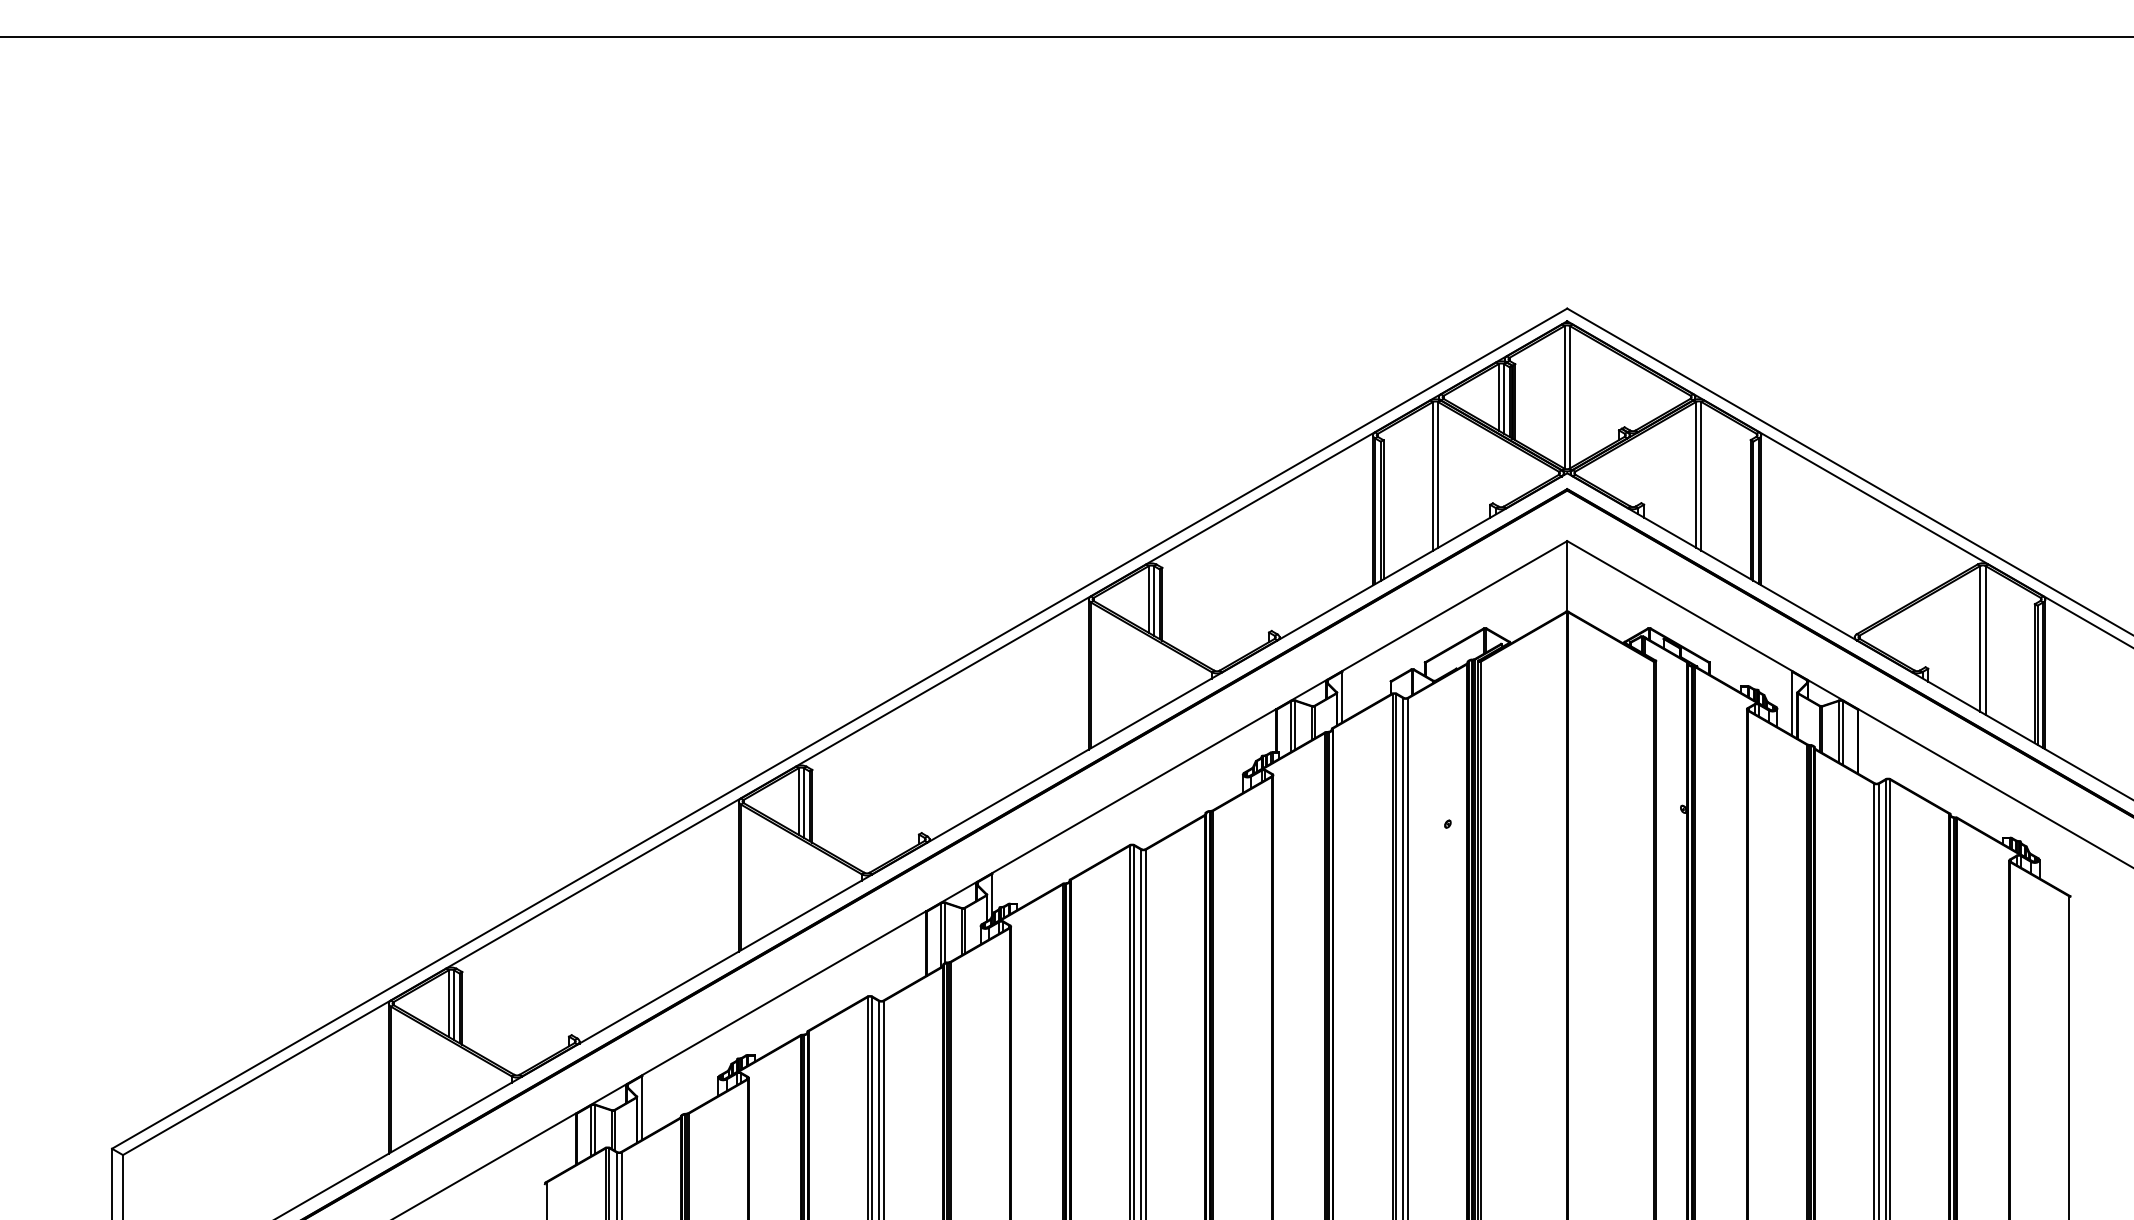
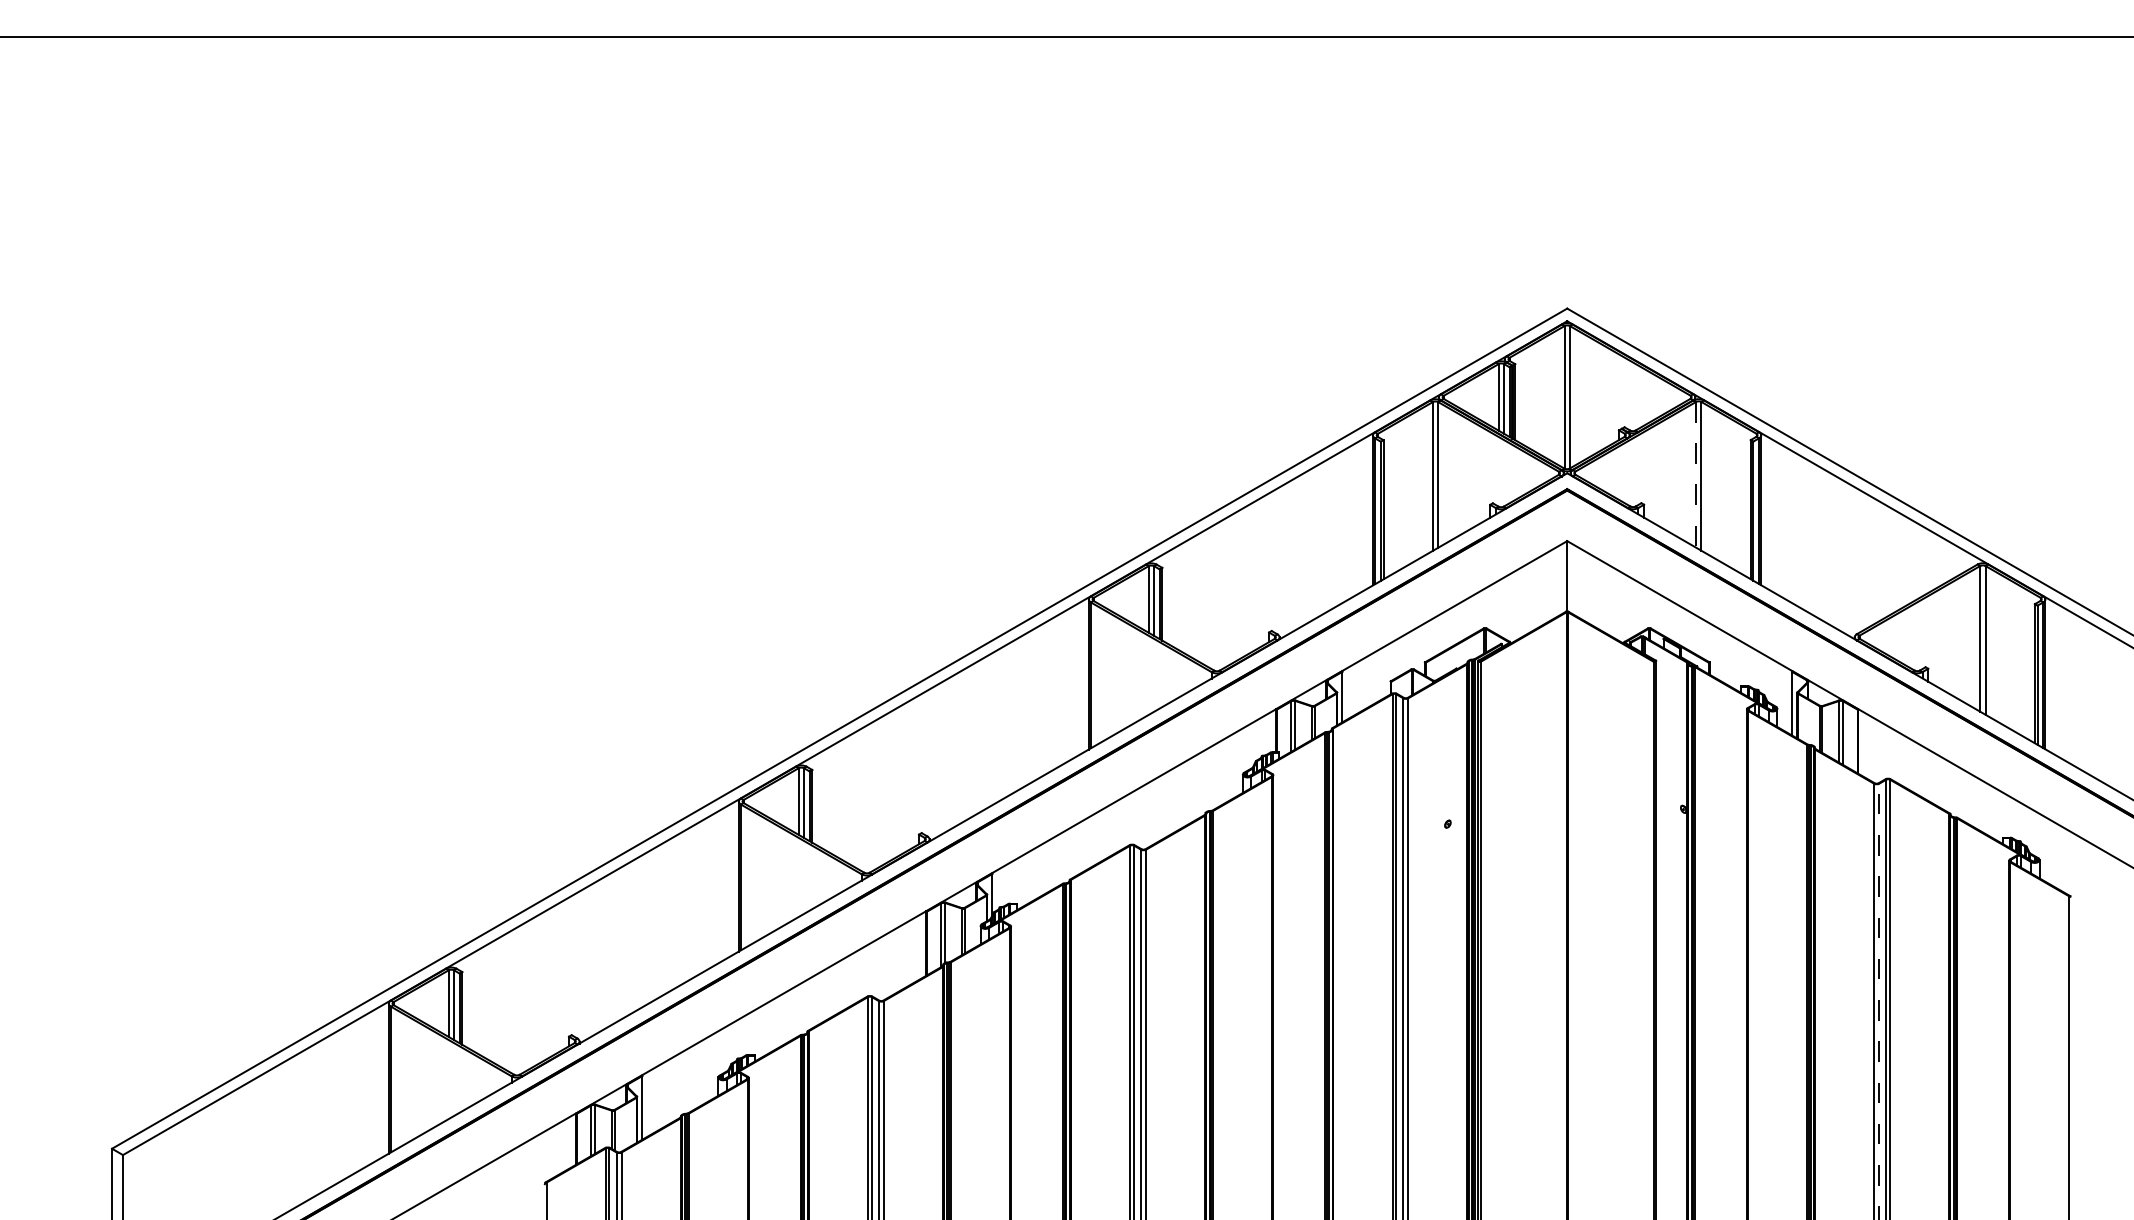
line at (1696, 474): solid -> dashed
line at (1879, 1001): solid -> dashed
